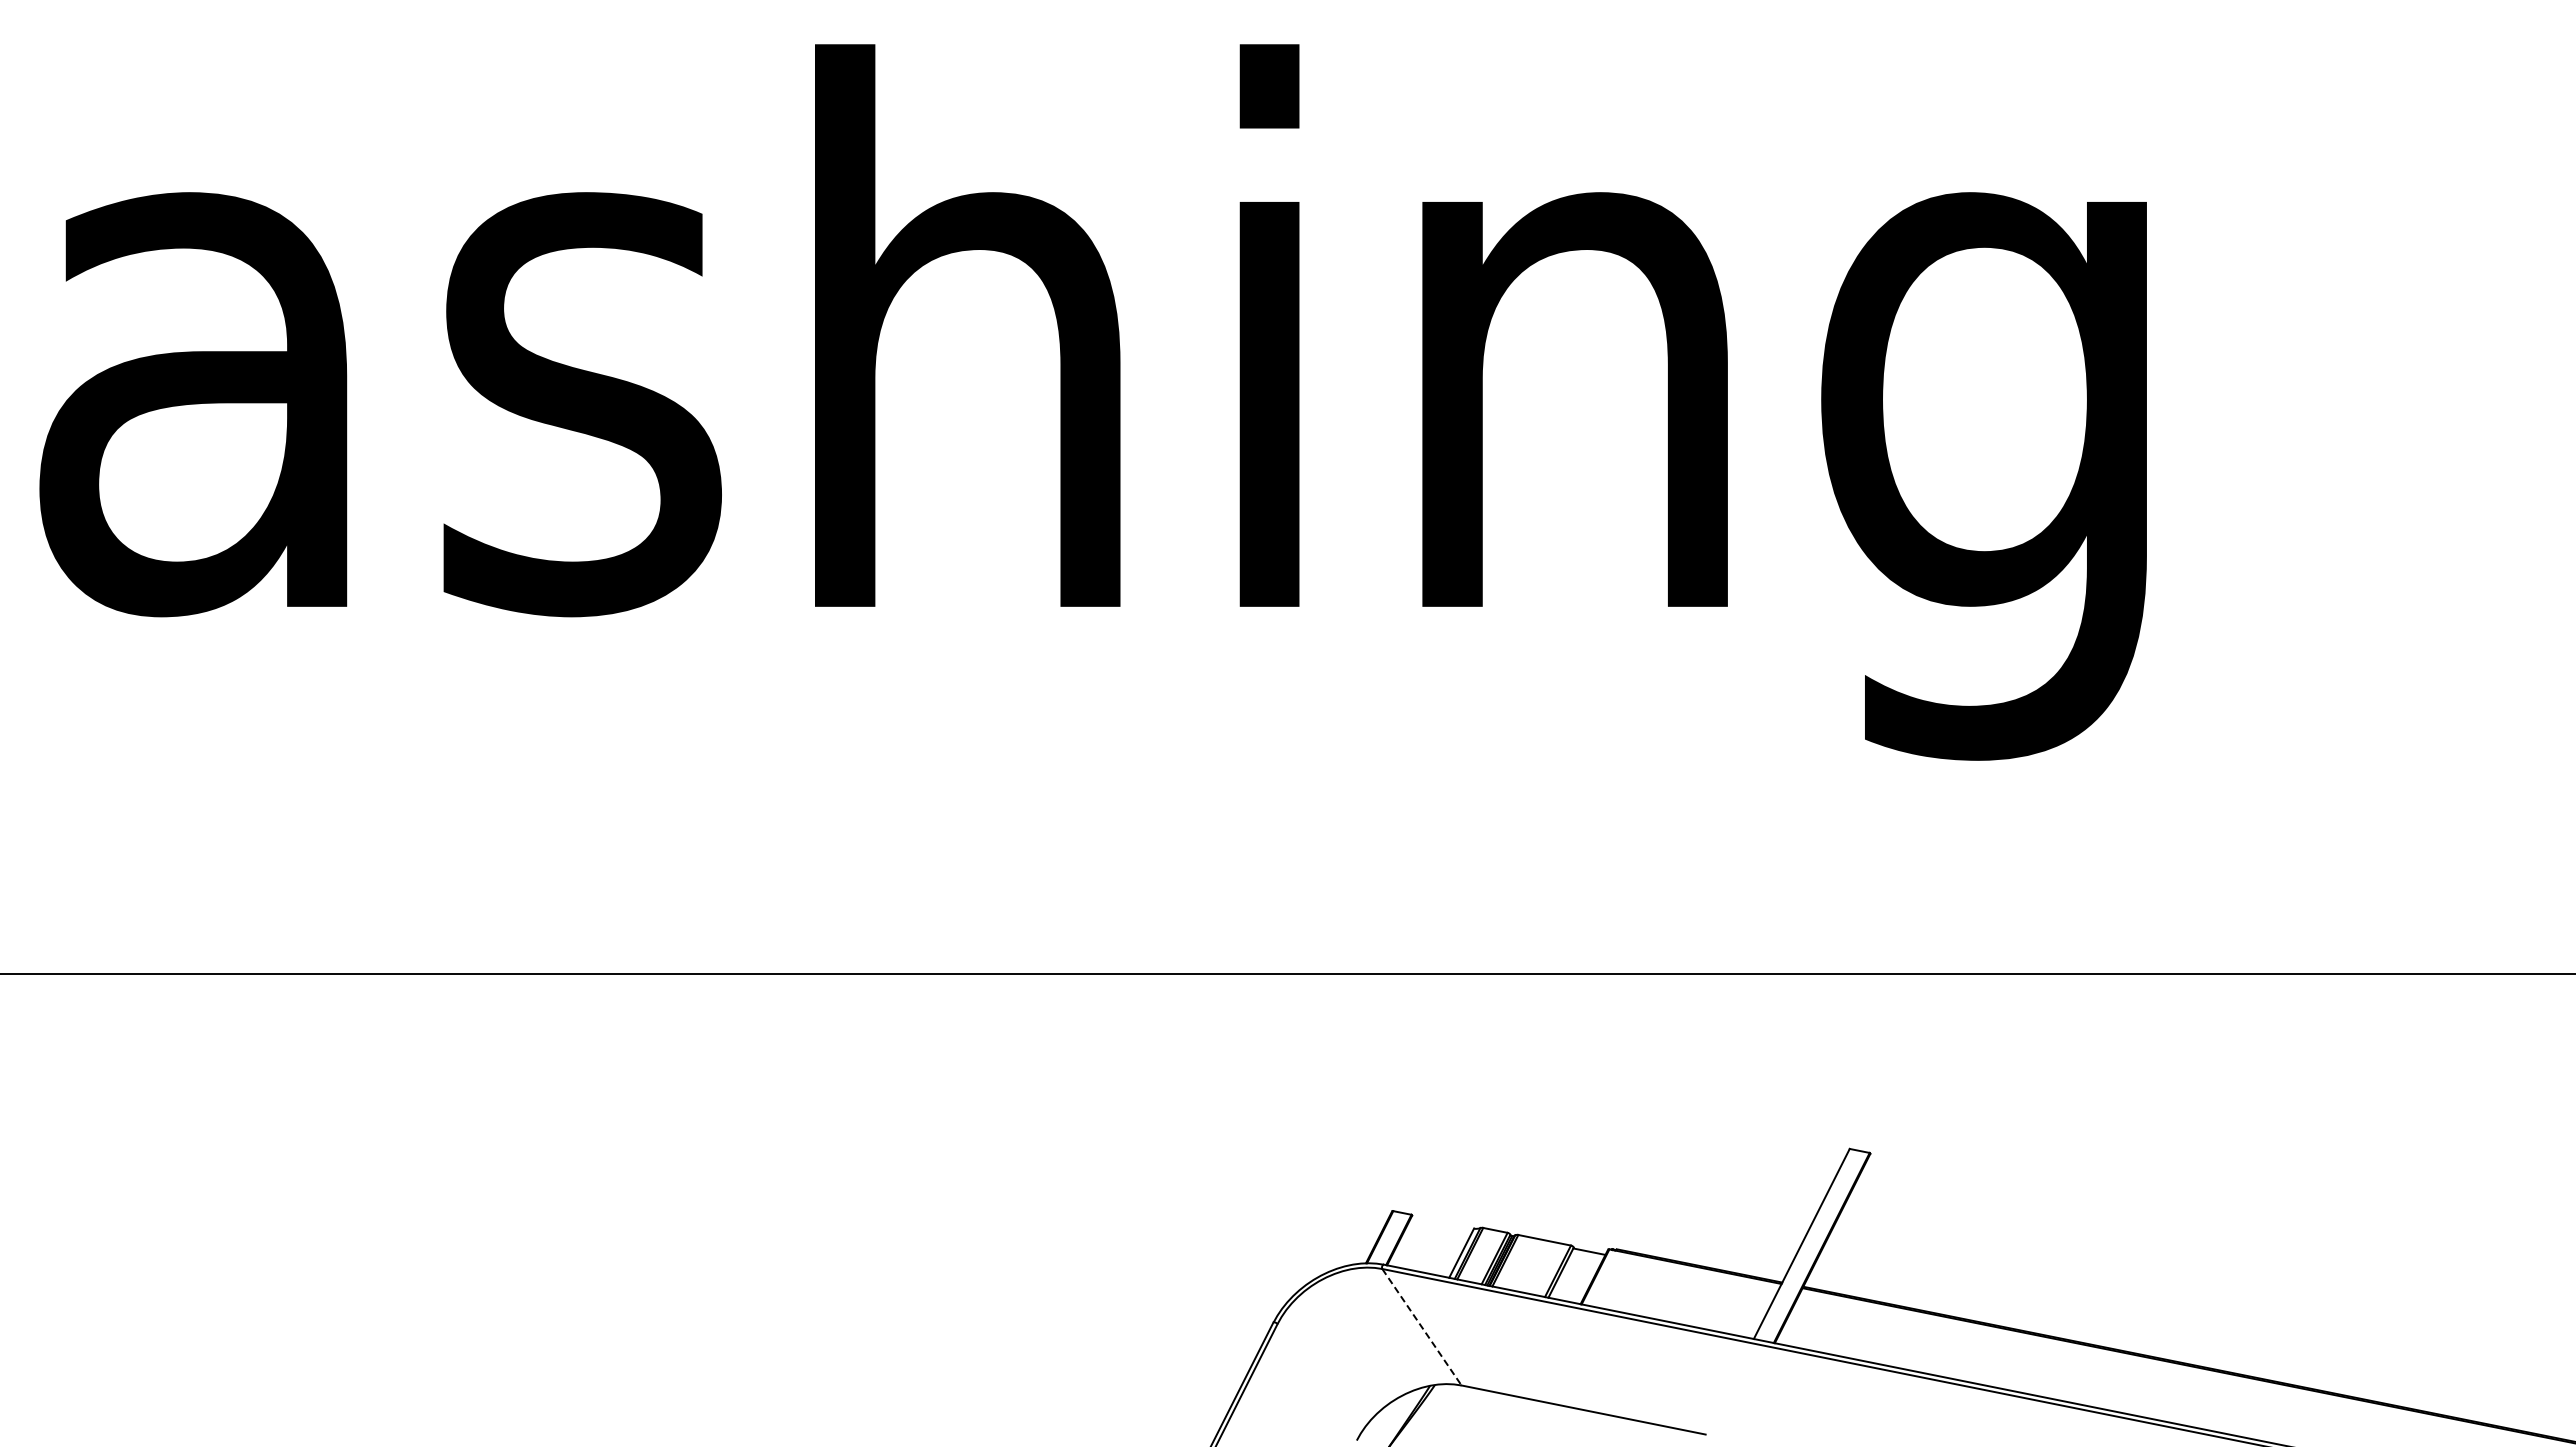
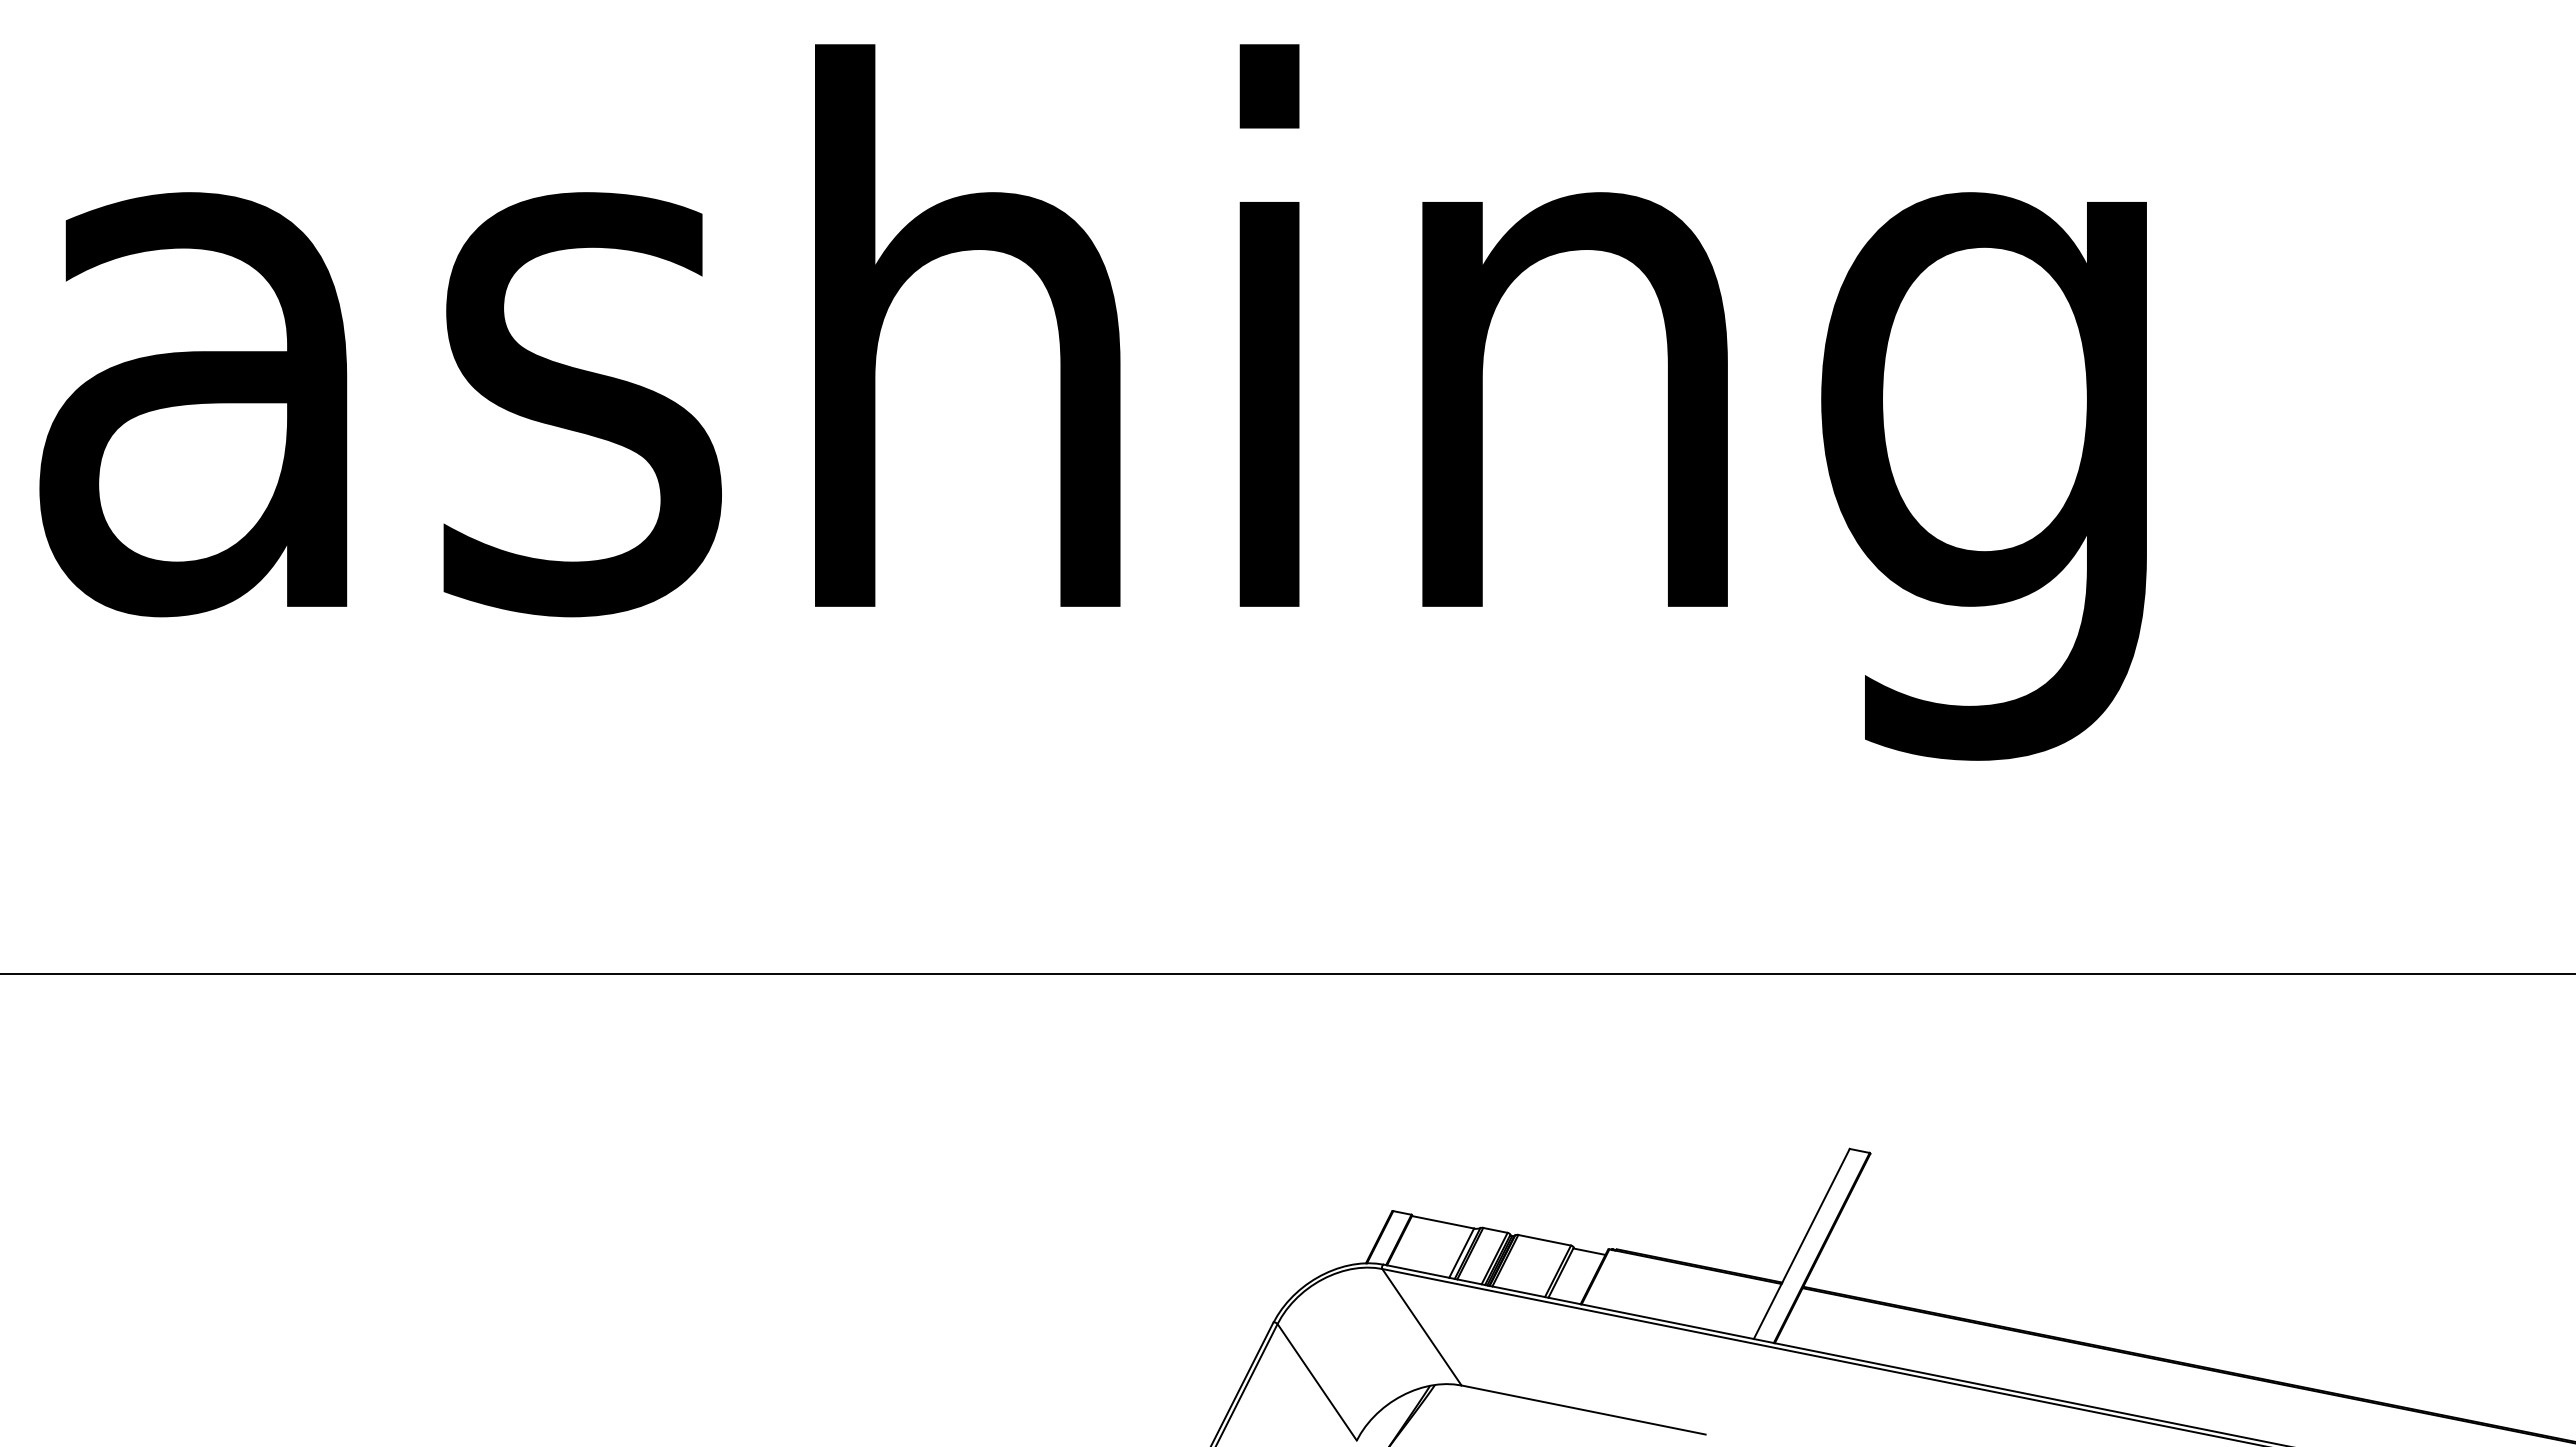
line at (1442, 1222): none -> present
line at (1422, 1327): dashed -> solid
line at (1316, 1382): none -> present
